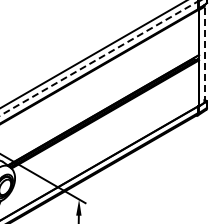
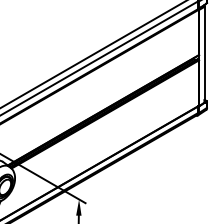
line at (204, 54): dashed -> solid
line at (99, 58): dashed -> solid
